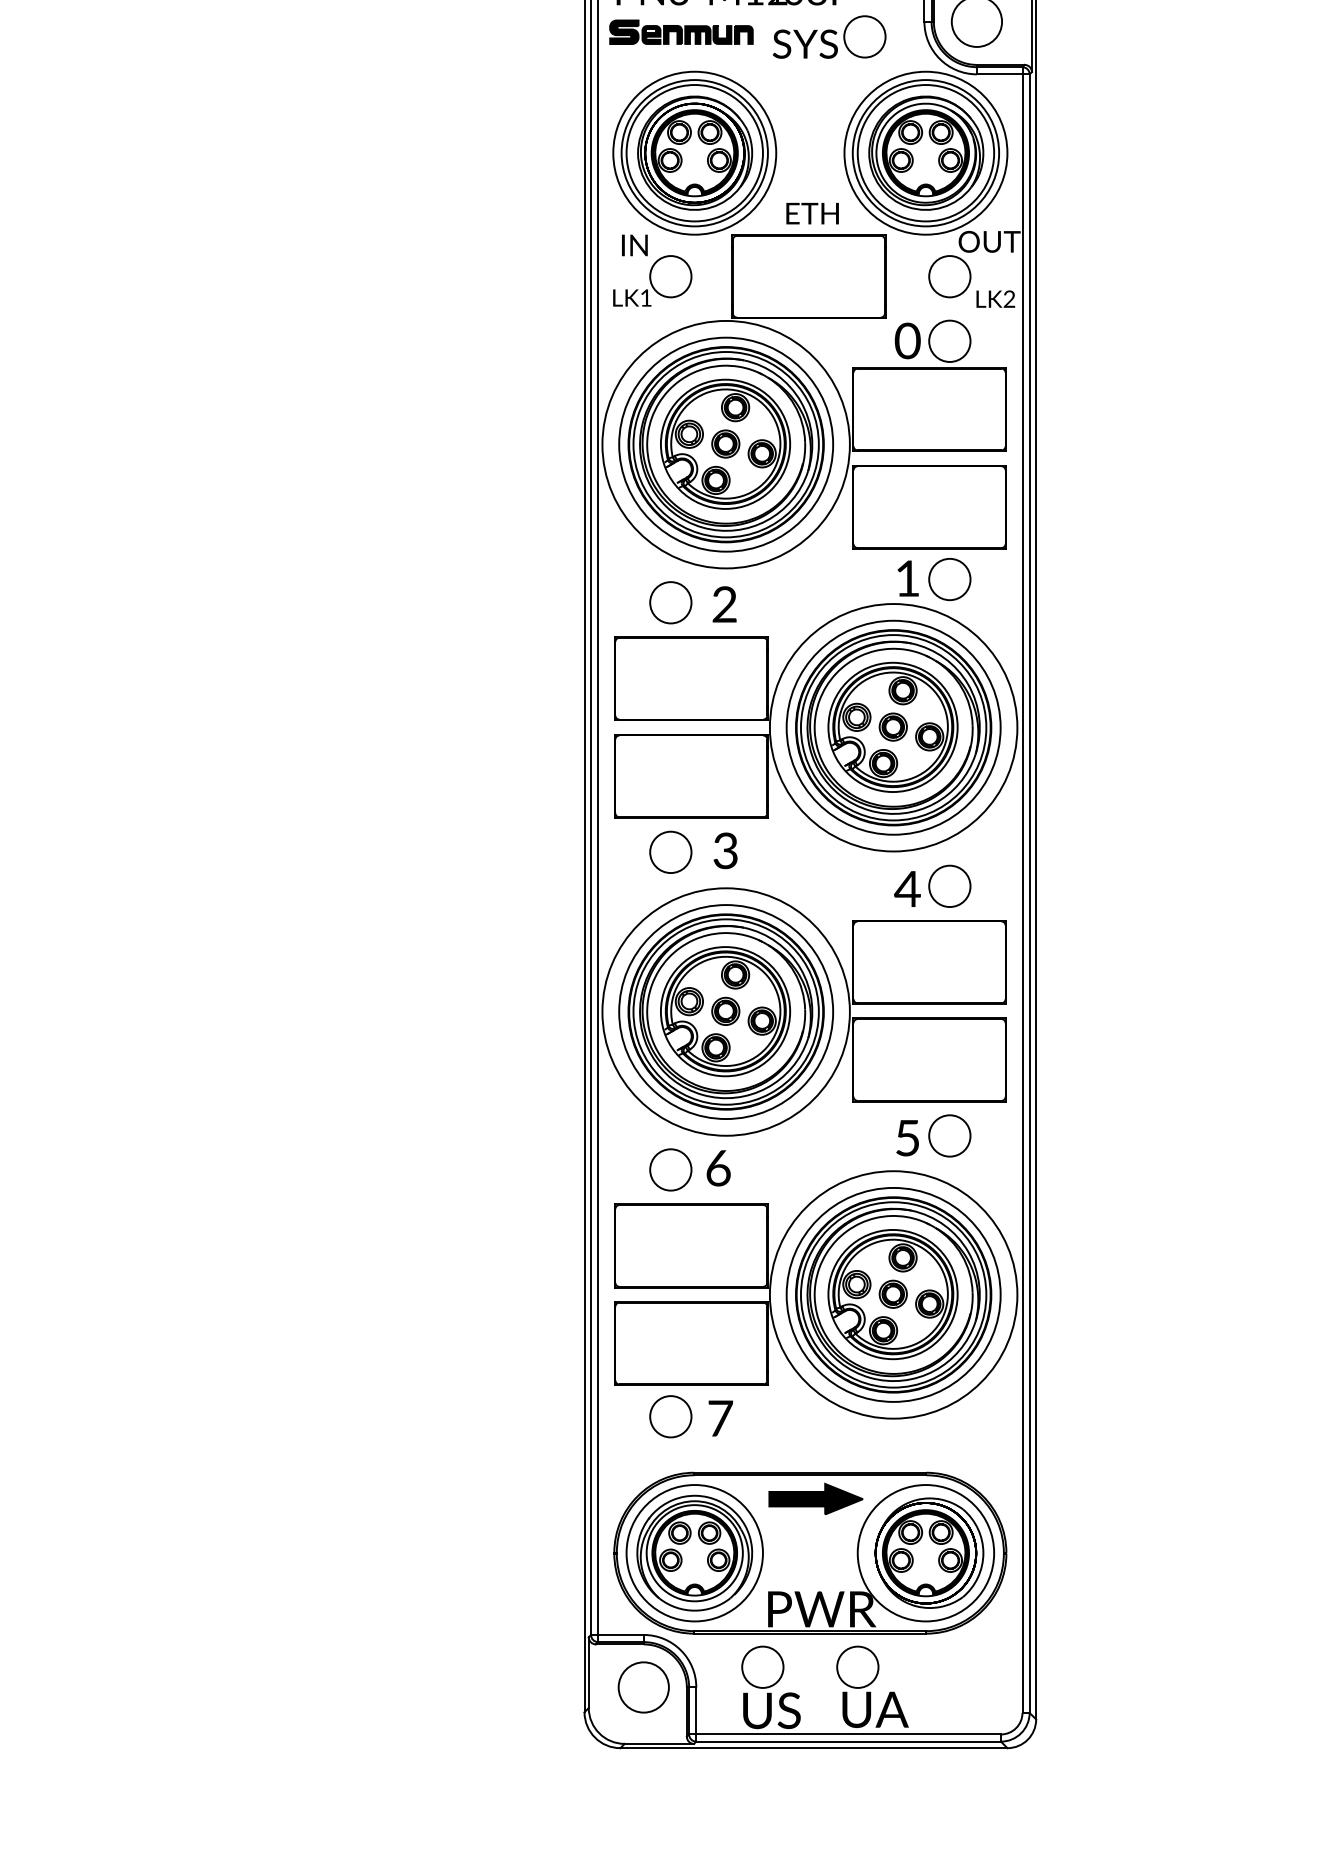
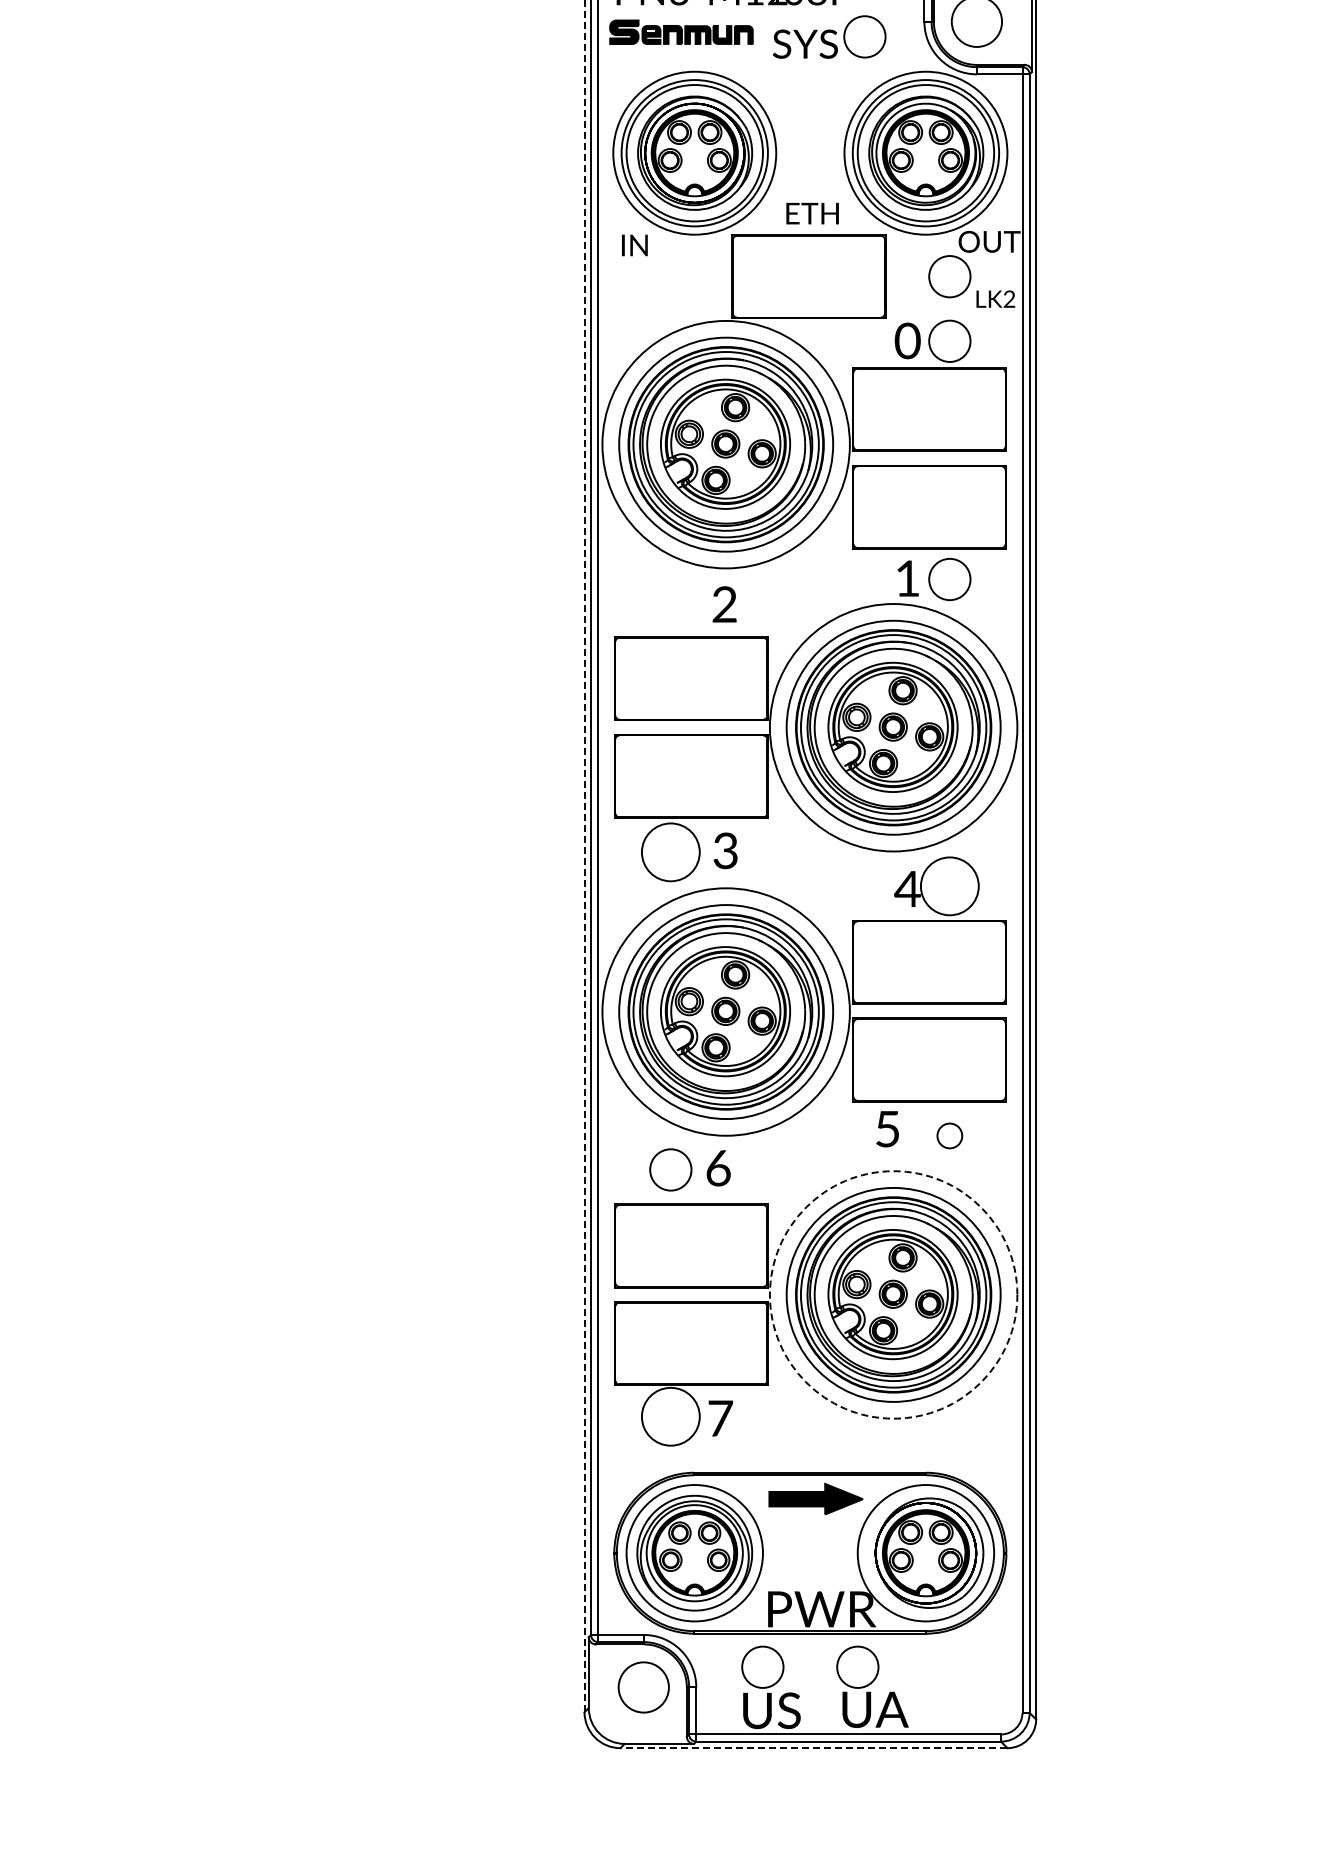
part at (652, 280): present -> none
circle at (670, 602): present -> none
circle at (670, 852) diameter: 41 px -> 58 px
line at (584, 856): solid -> dashed
circle at (949, 886) diameter: 41 px -> 58 px
circle at (949, 1135) diameter: 41 px -> 25 px
text at (907, 1138) position: (907, 1138) -> (887, 1129)
circle at (893, 1294): solid -> dashed
circle at (670, 1416) diameter: 41 px -> 58 px
line at (813, 1748): solid -> dashed
